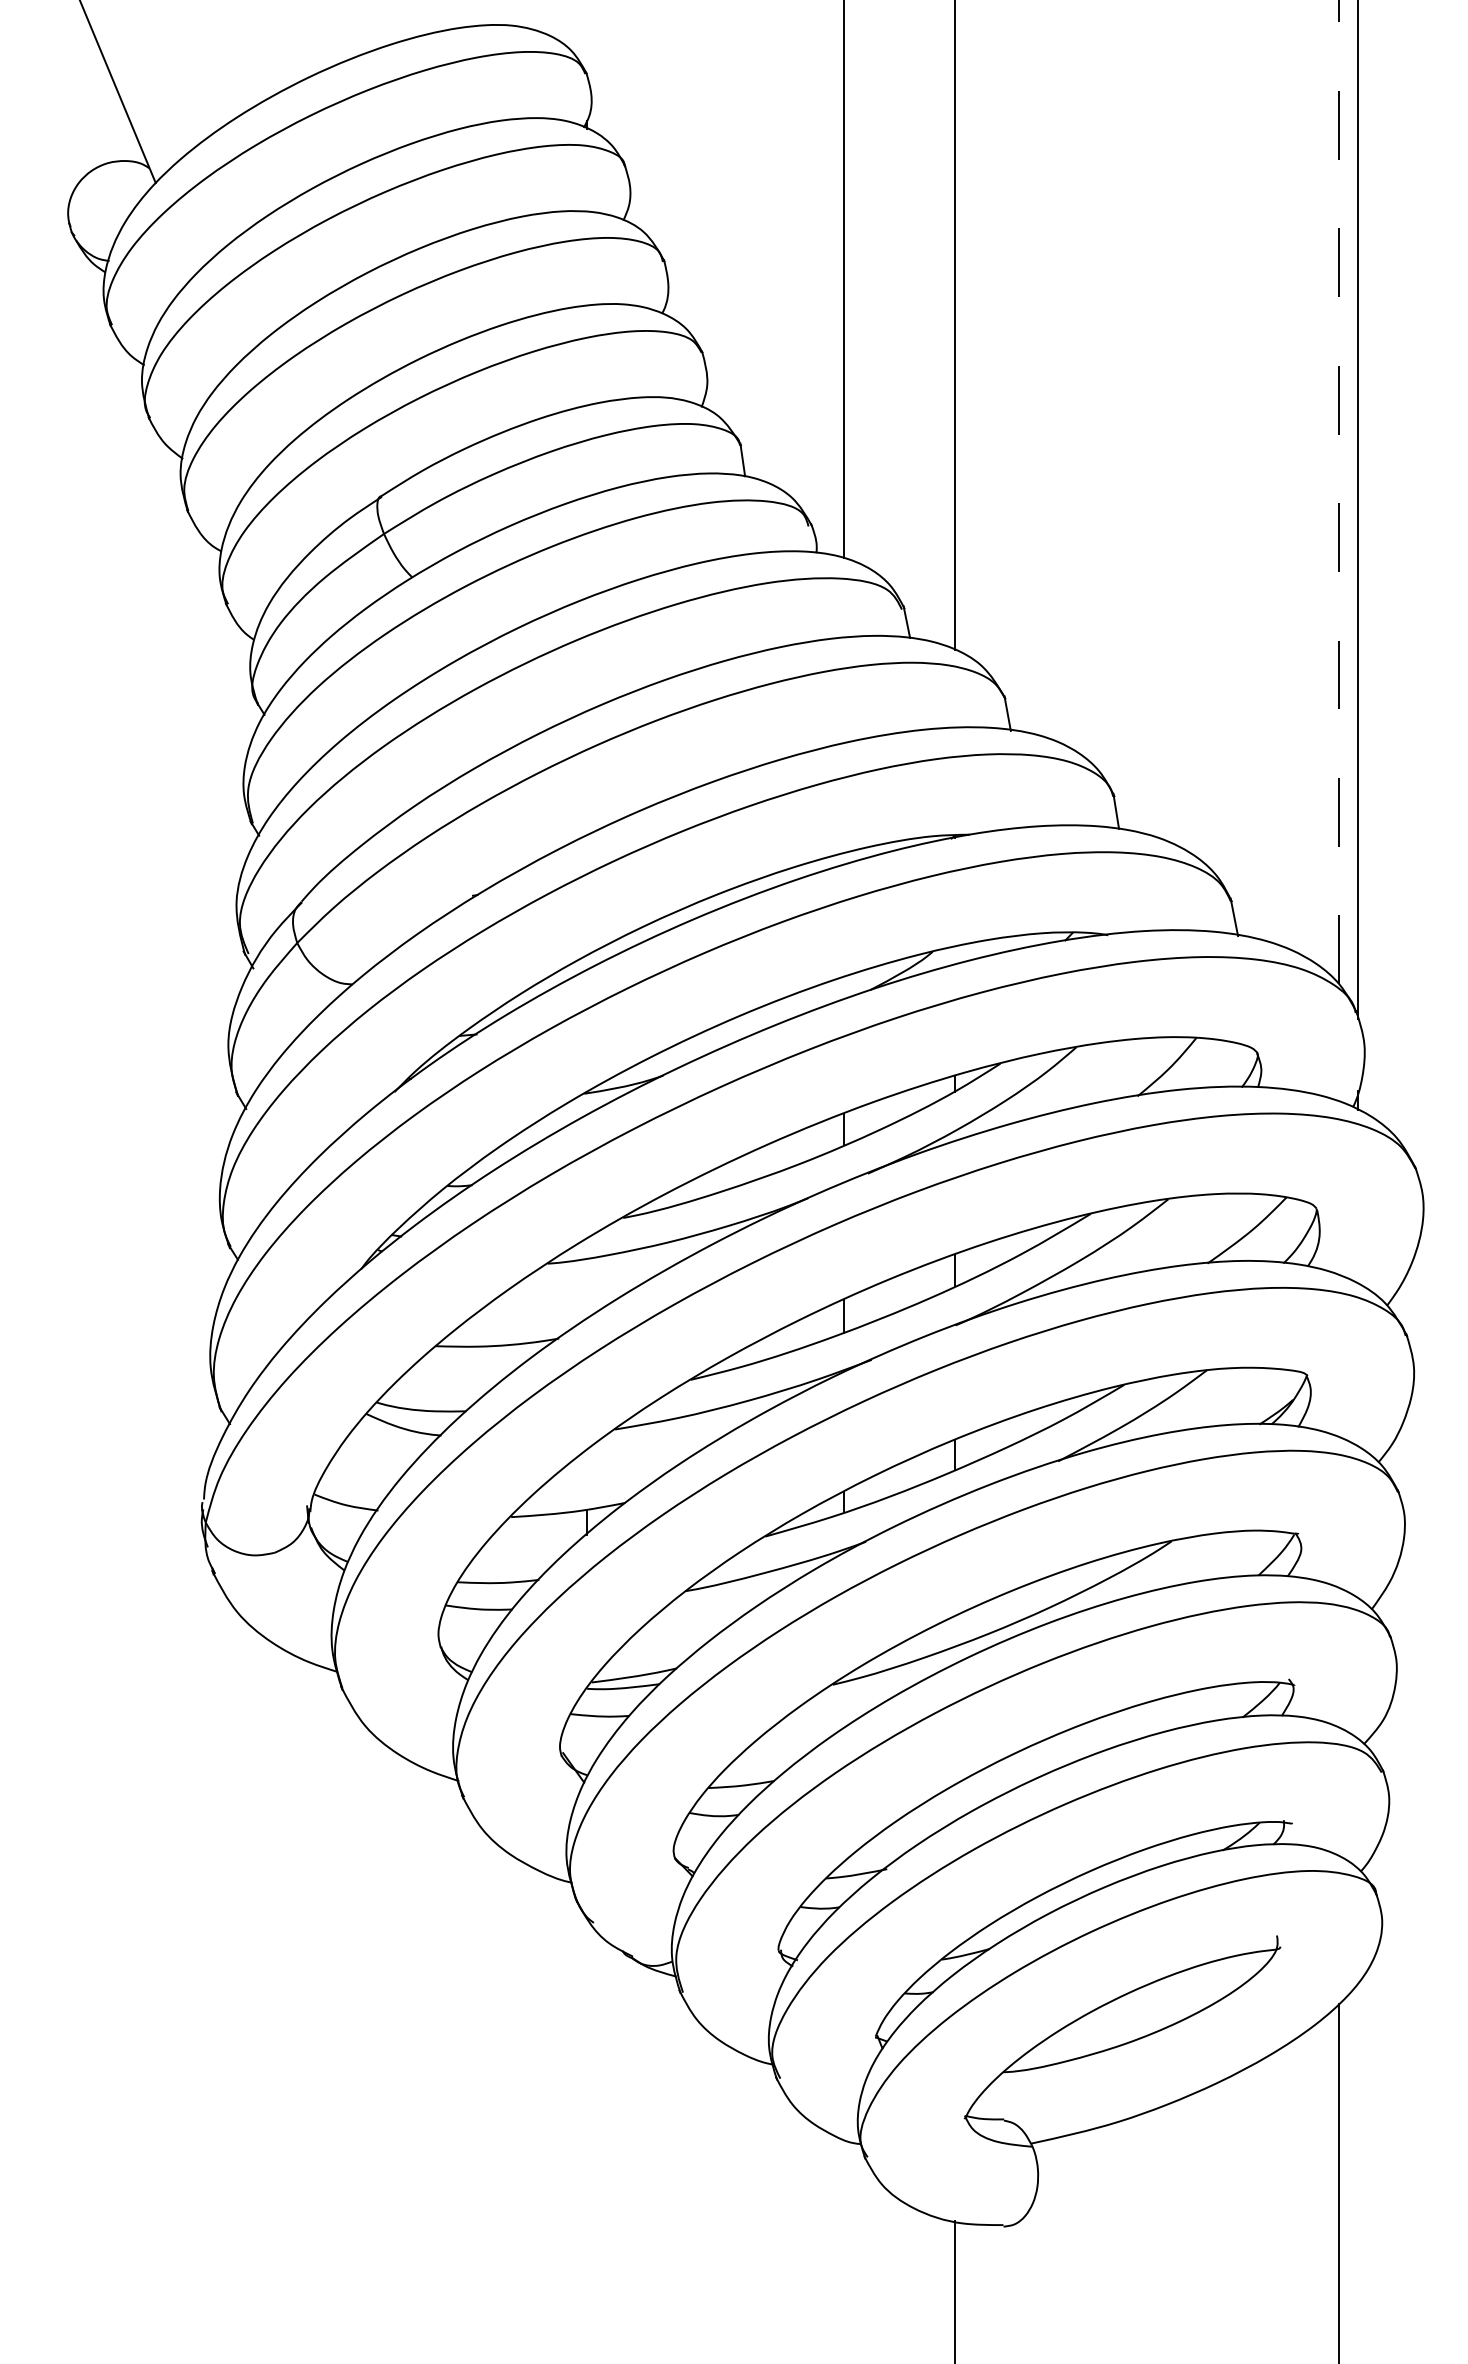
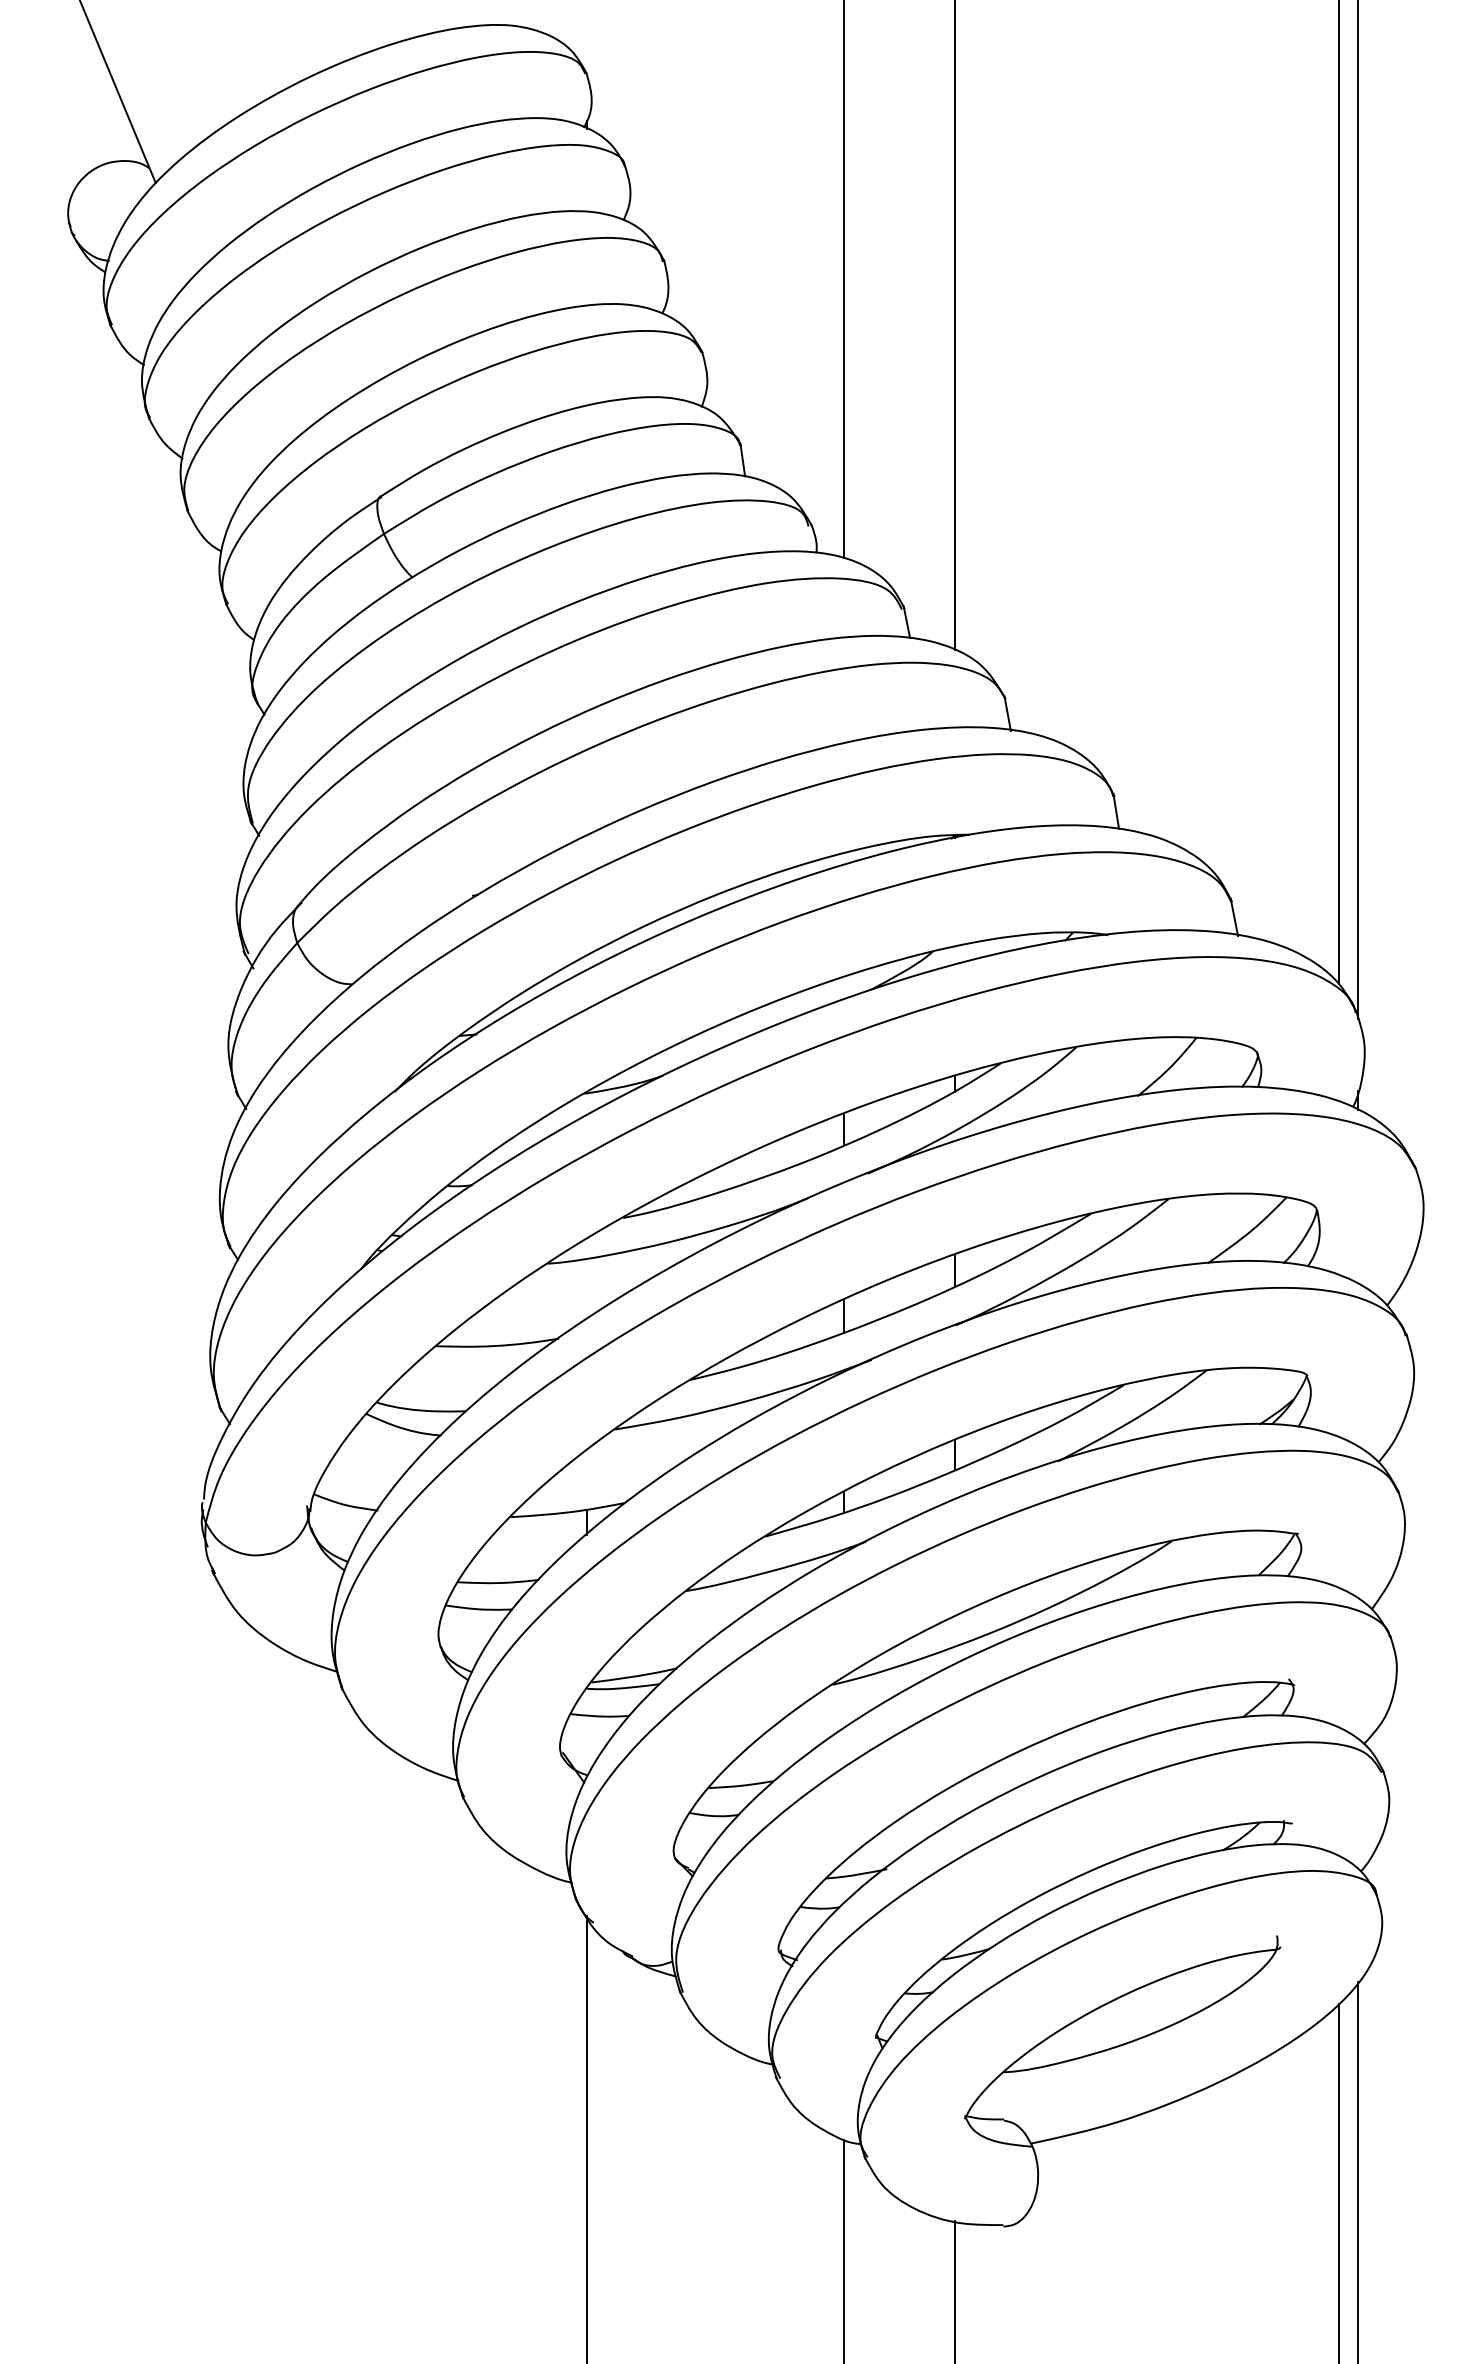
line at (1339, 492): dashed -> solid
line at (587, 2137): none -> present
line at (1358, 2171): none -> present
line at (844, 2249): none -> present
